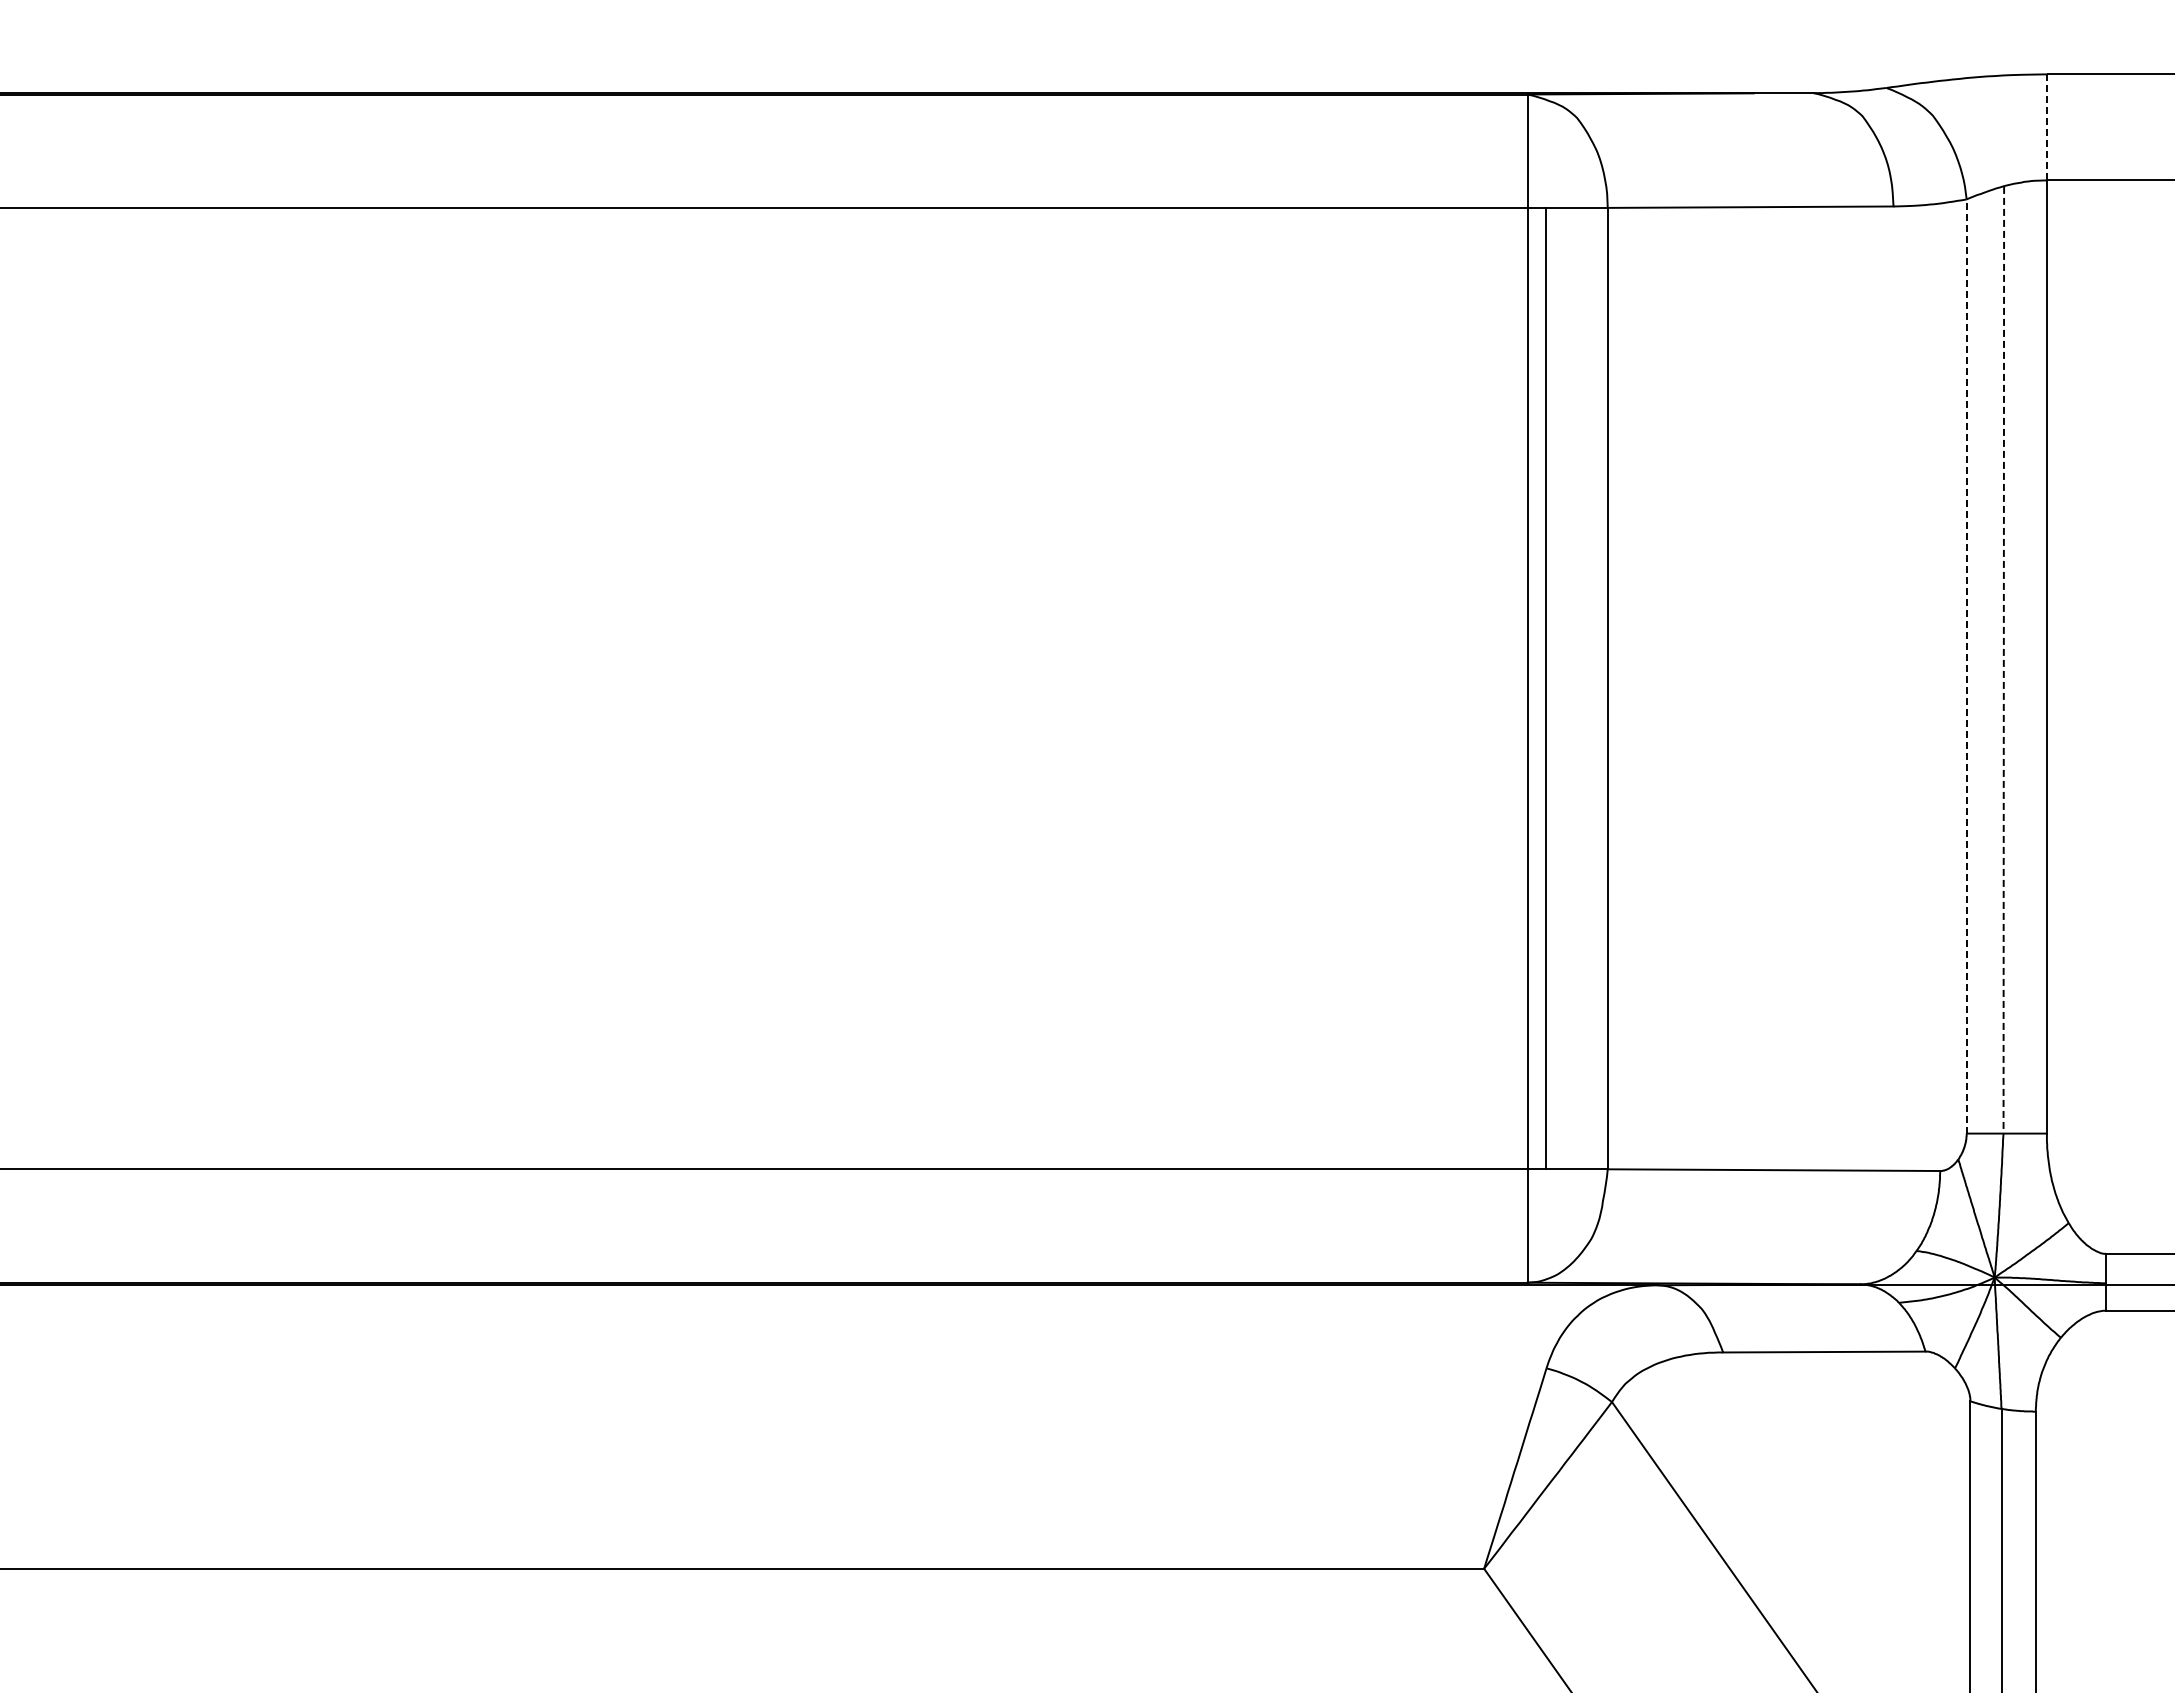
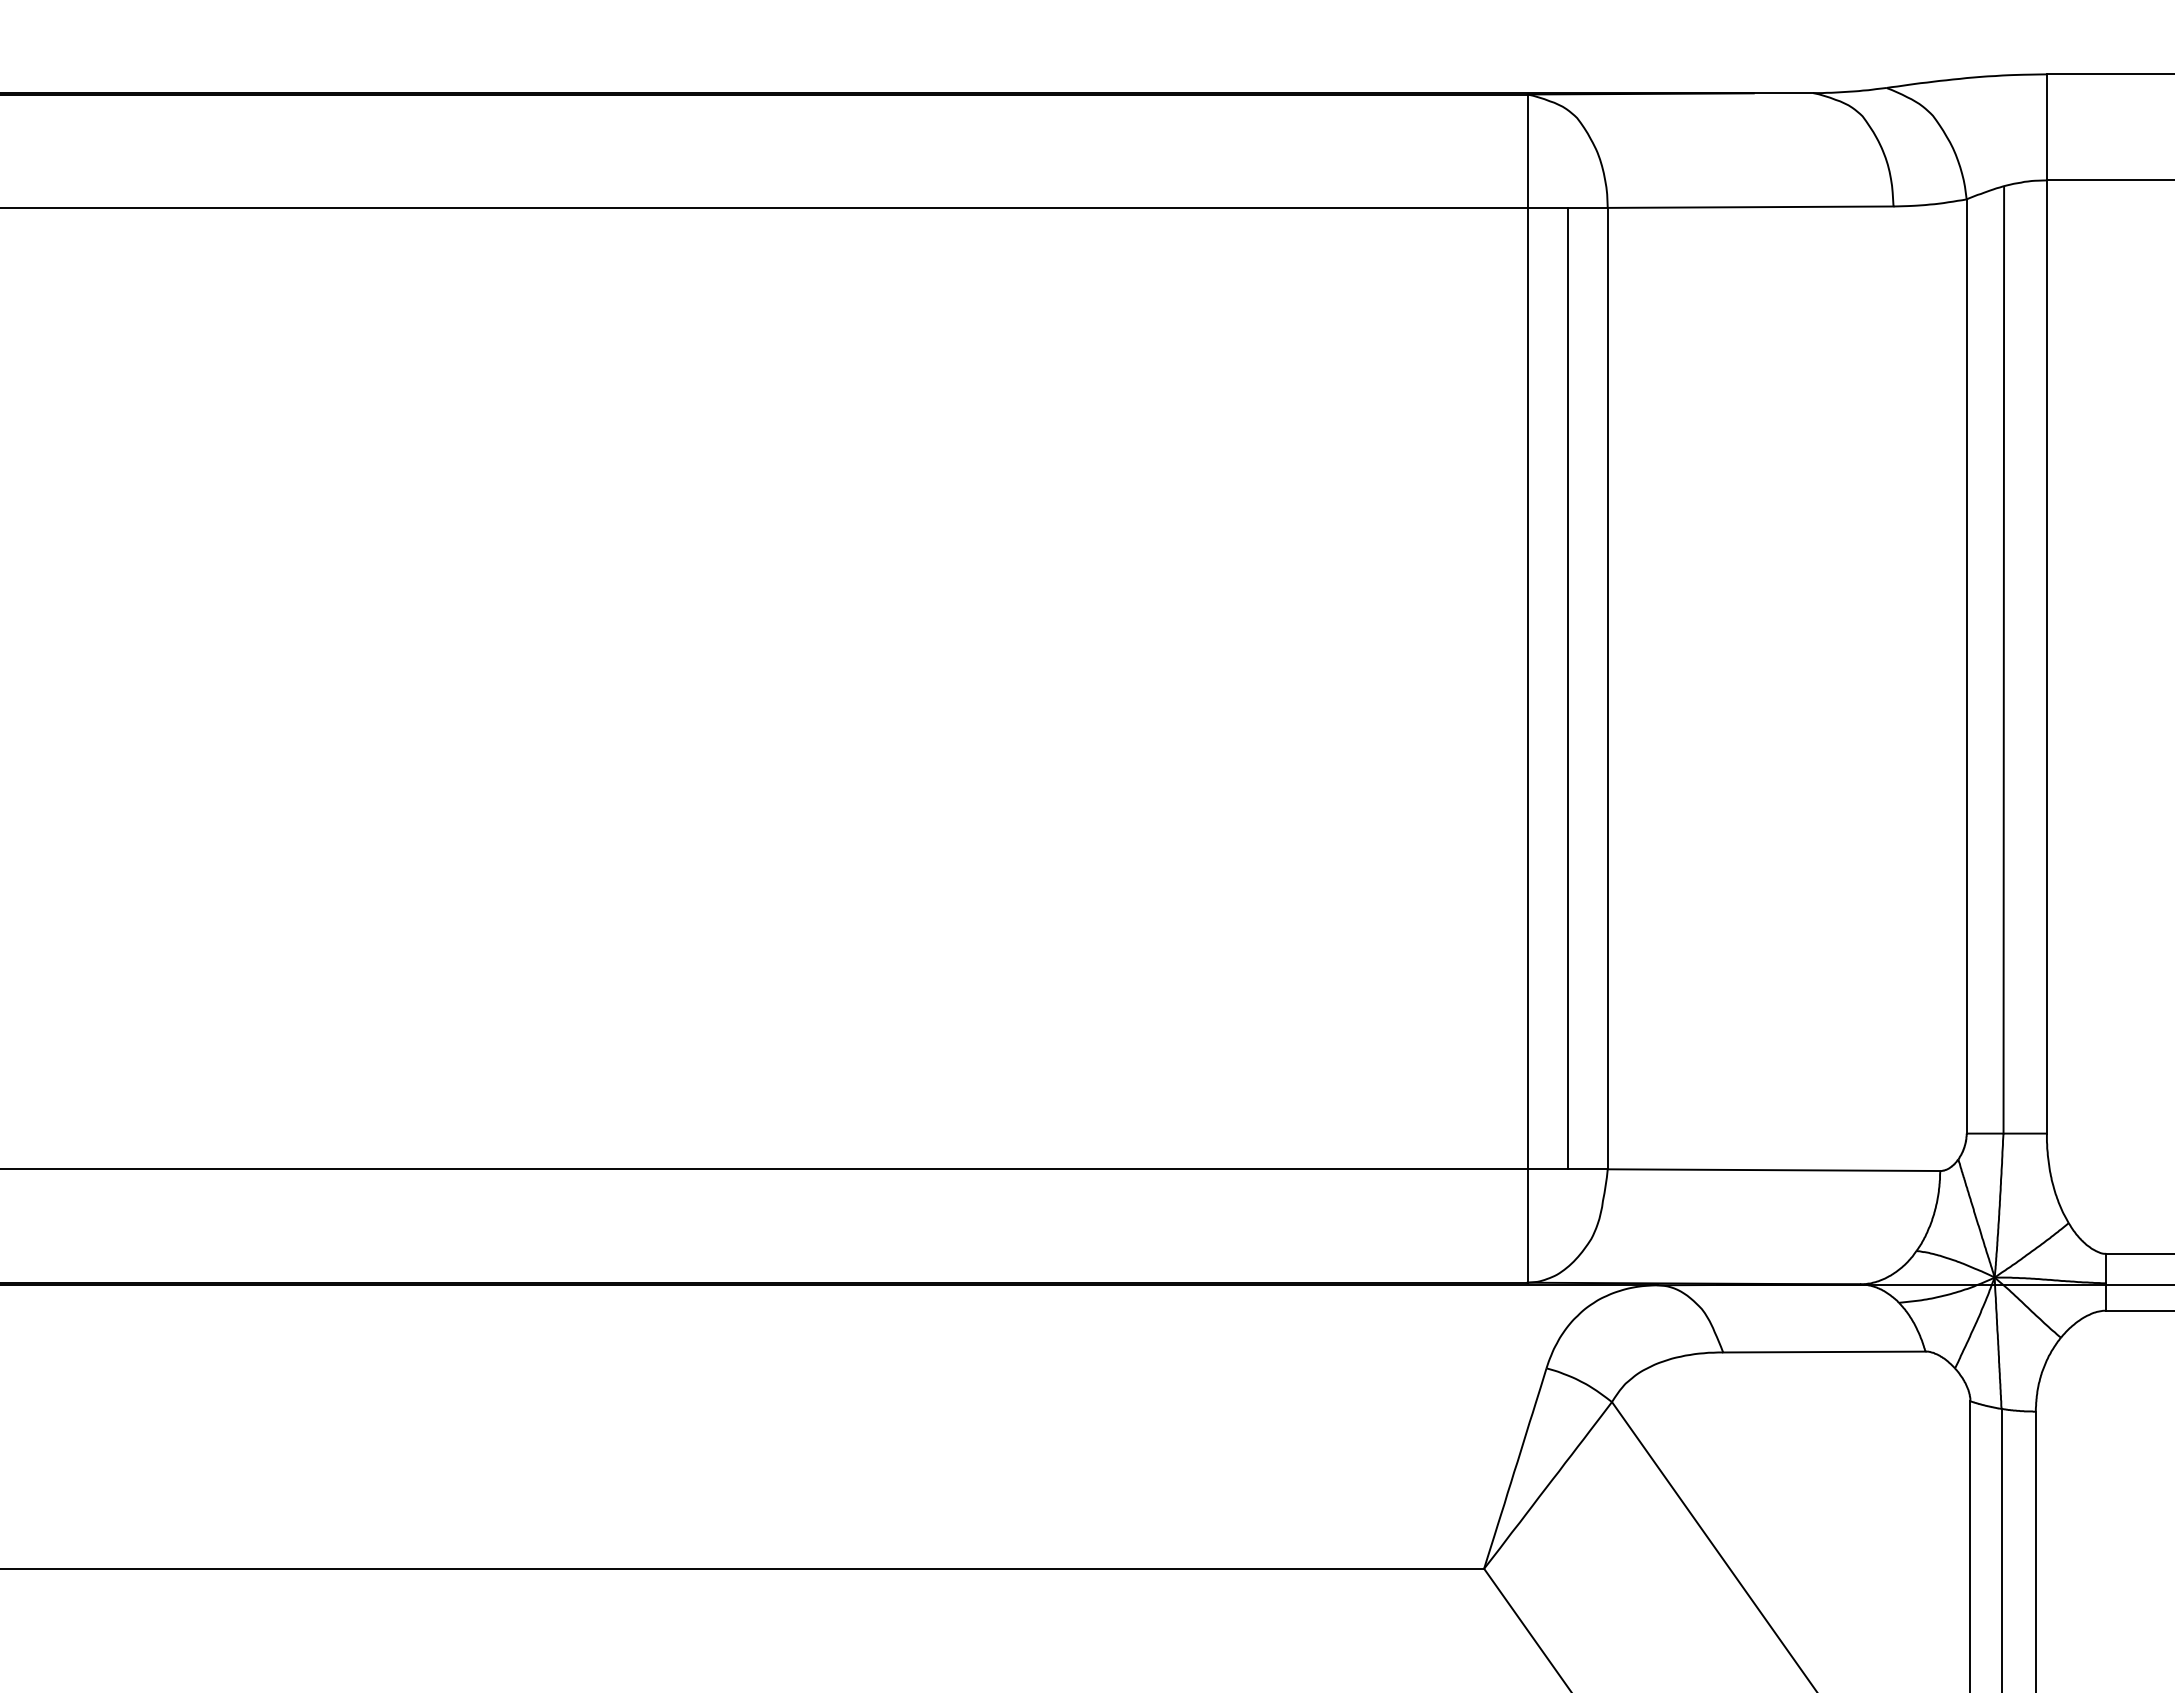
line at (2046, 127): dashed -> solid
line at (2003, 660): dashed -> solid
line at (1966, 666): dashed -> solid
line at (1545, 688) position: (1545, 688) -> (1567, 688)
